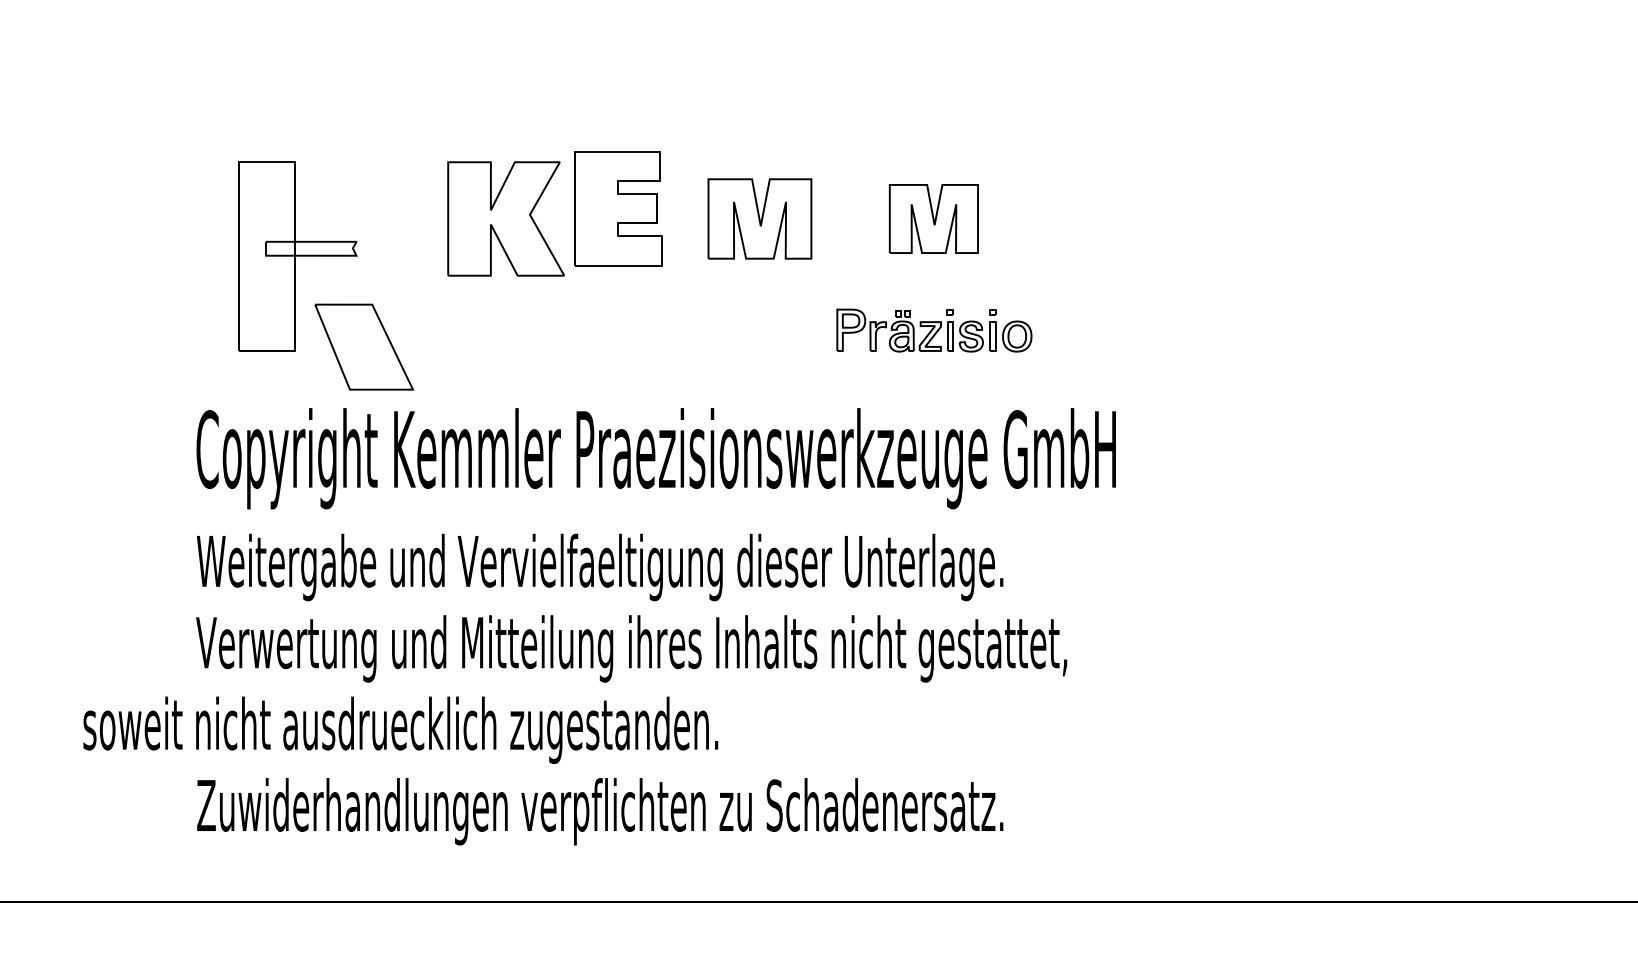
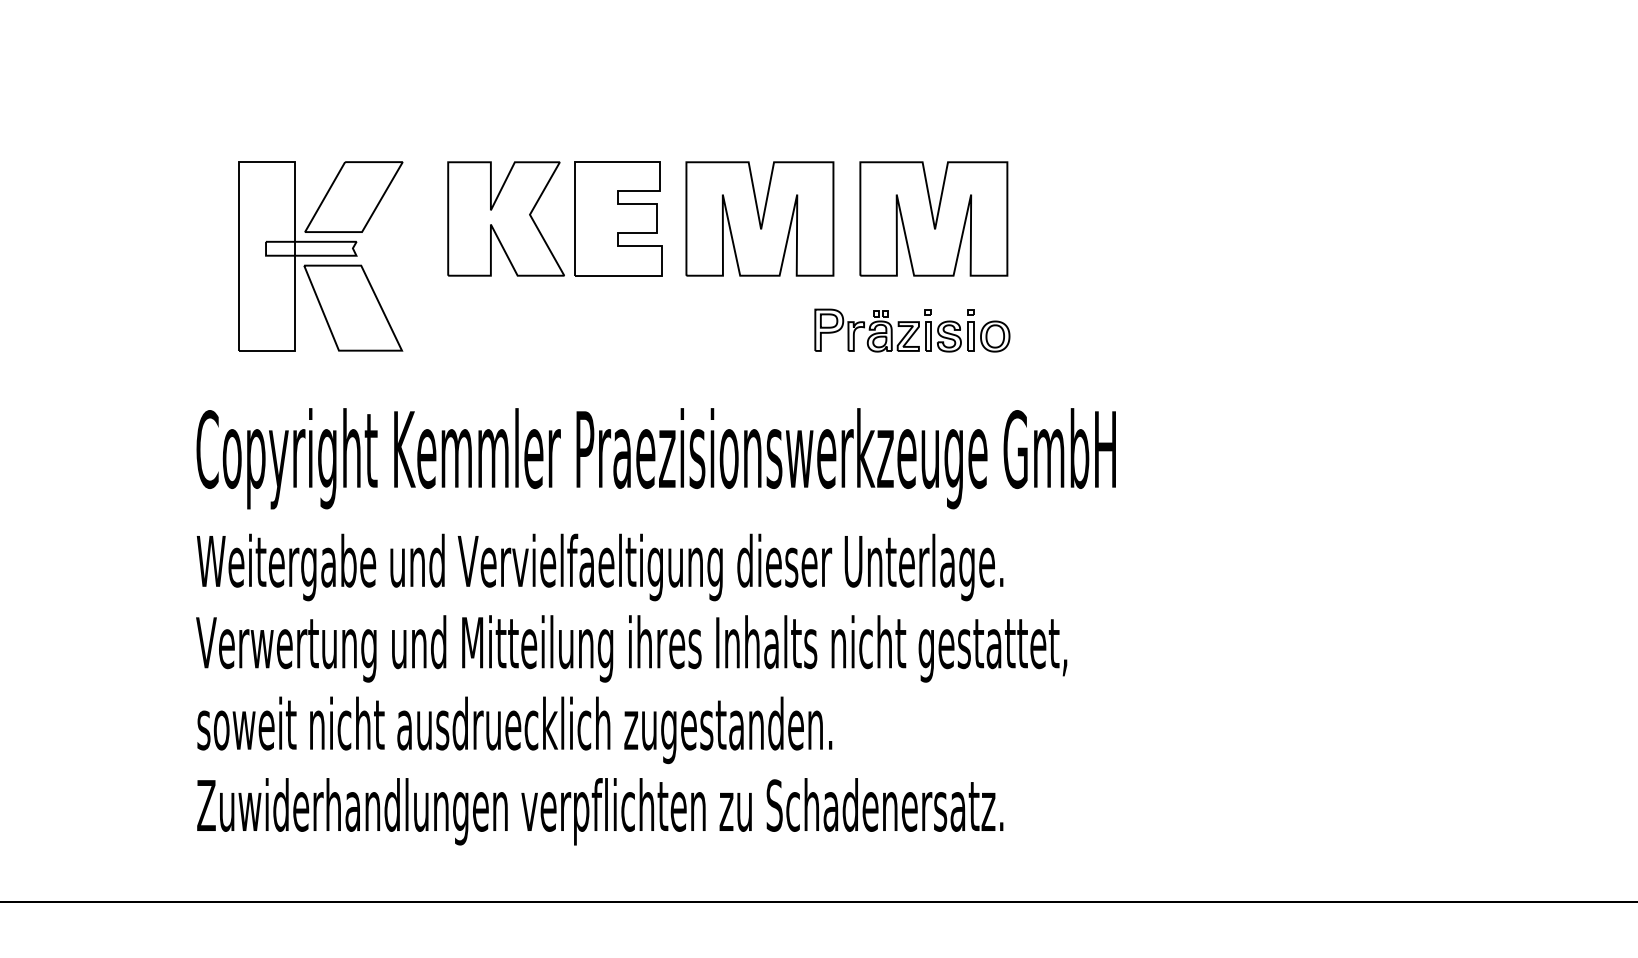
part at (353, 196): none -> present
part at (618, 208) position: (618, 208) -> (618, 218)
part at (759, 218) size: 106x82 px -> 150x116 px
part at (933, 218) size: 91x70 px -> 150x116 px
part at (934, 330) position: (934, 330) -> (912, 330)
part at (364, 346) position: (364, 346) -> (353, 307)
text at (400, 730) position: (400, 730) -> (514, 730)
